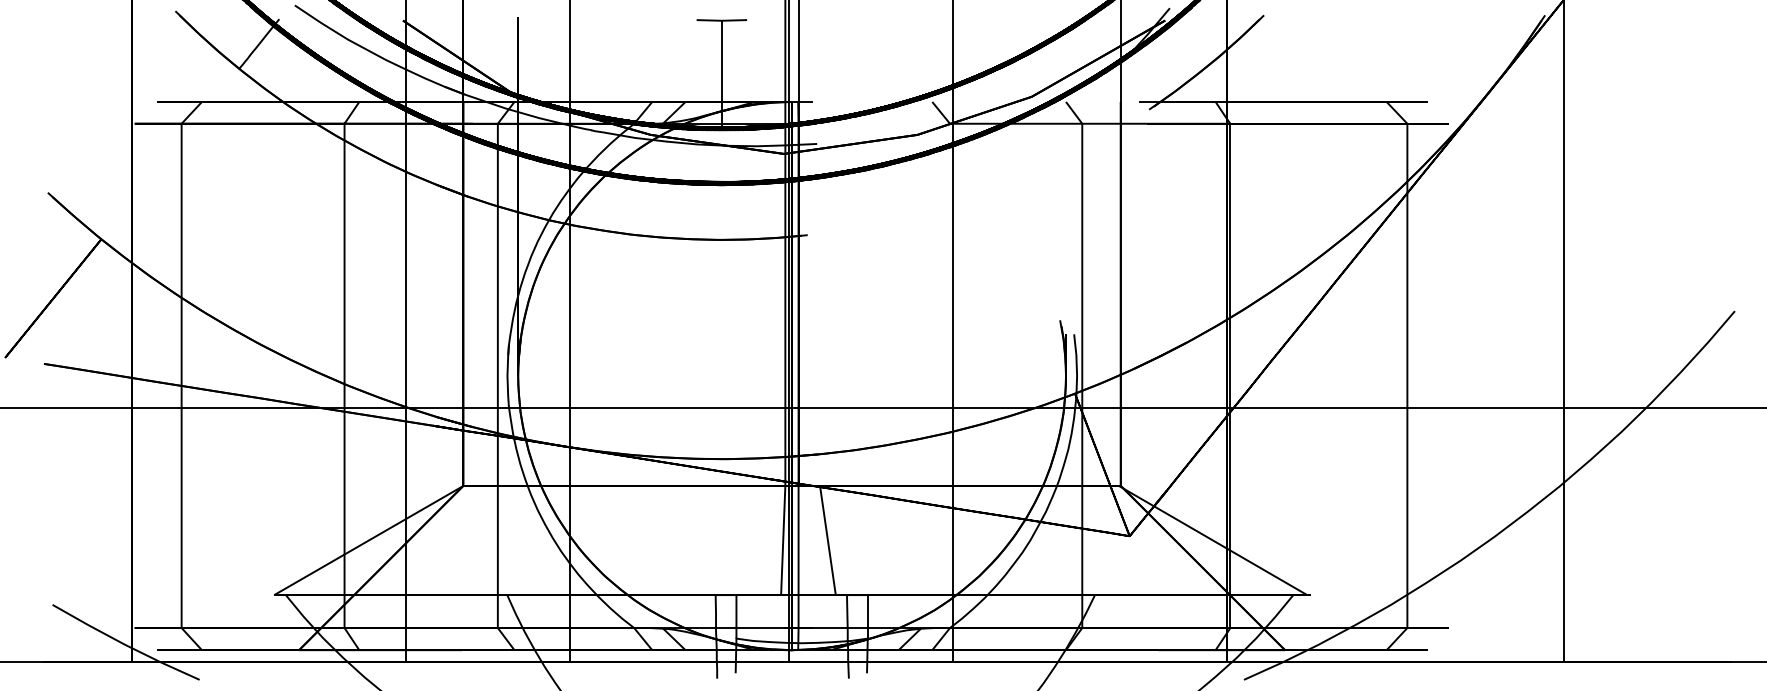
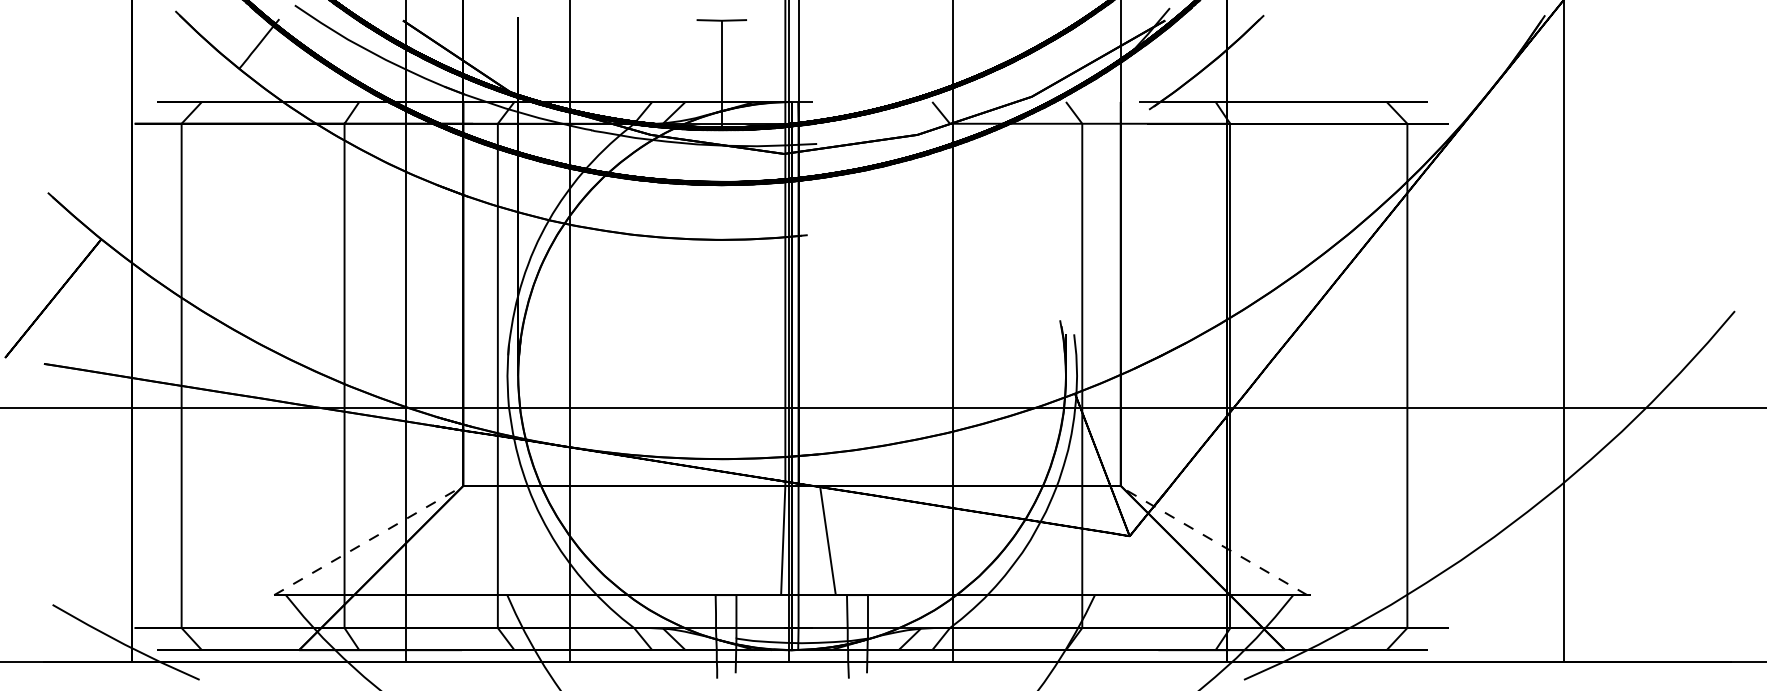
line at (369, 540): solid -> dashed
line at (1212, 540): solid -> dashed
